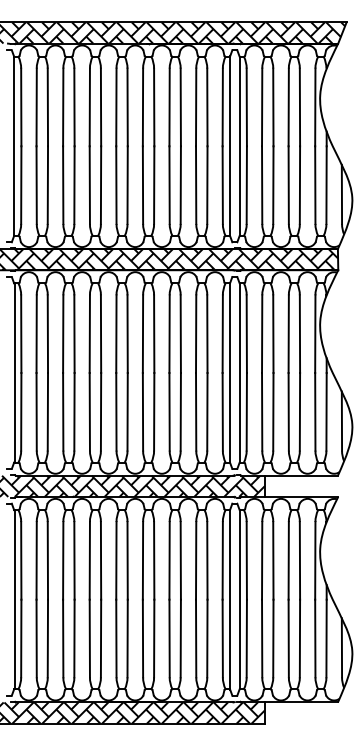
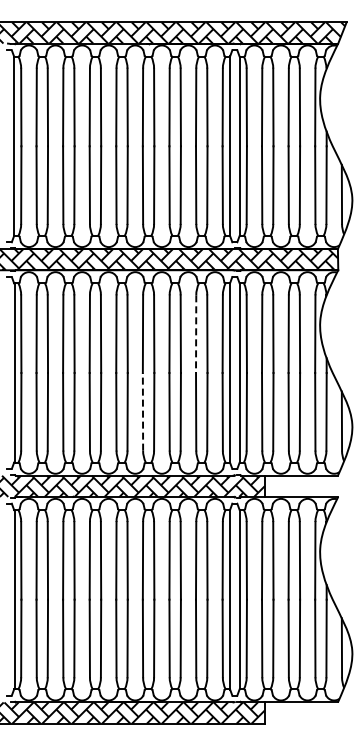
line at (196, 334): solid -> dashed
line at (142, 411): solid -> dashed
